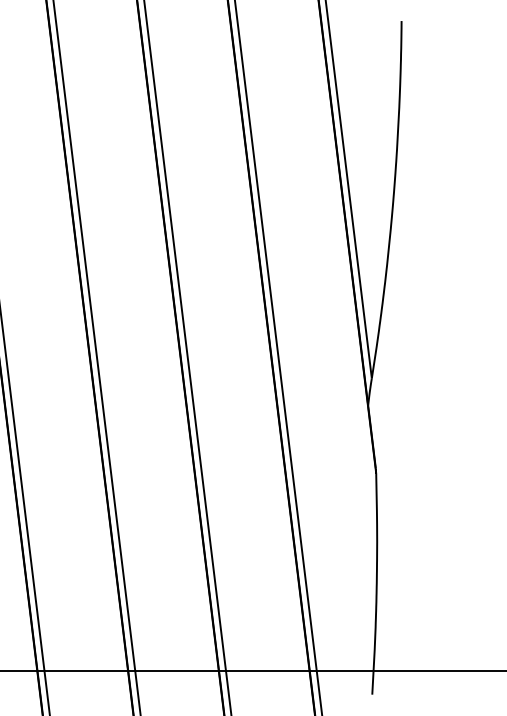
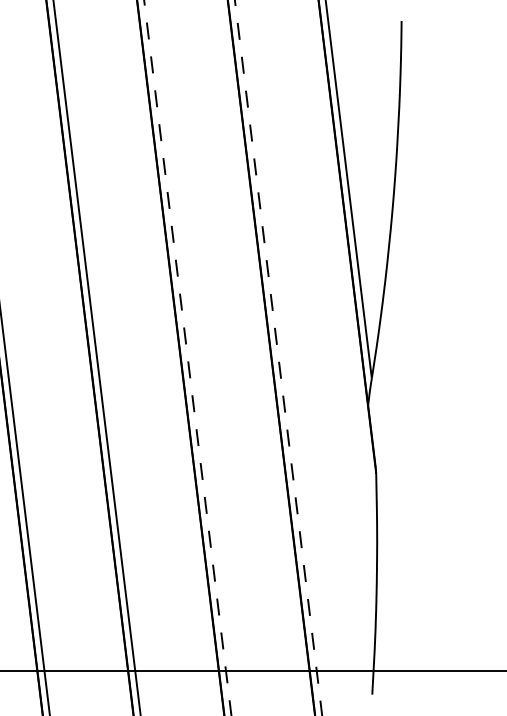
line at (187, 357): solid -> dashed
line at (278, 357): solid -> dashed
